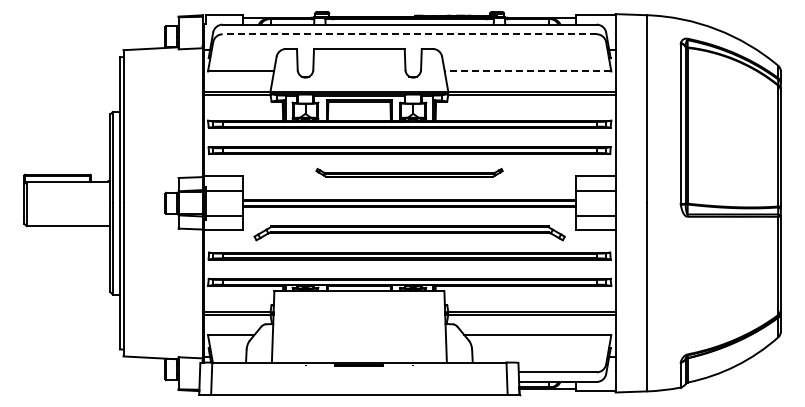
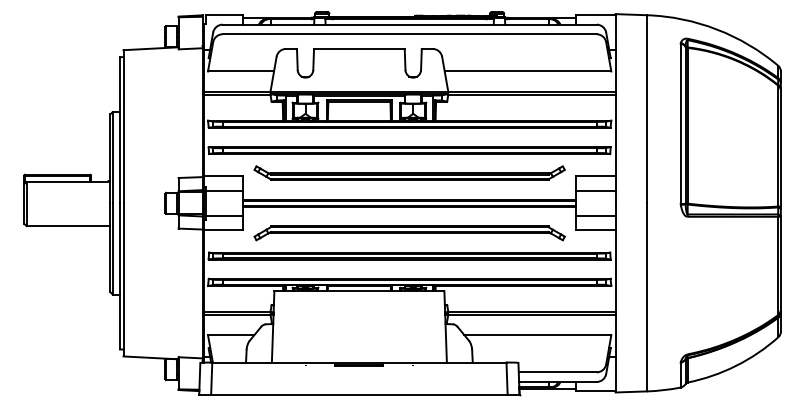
line at (409, 34): dashed -> solid
line at (527, 71): dashed -> solid
part at (409, 172) size: 189x10 px -> 313x16 px
